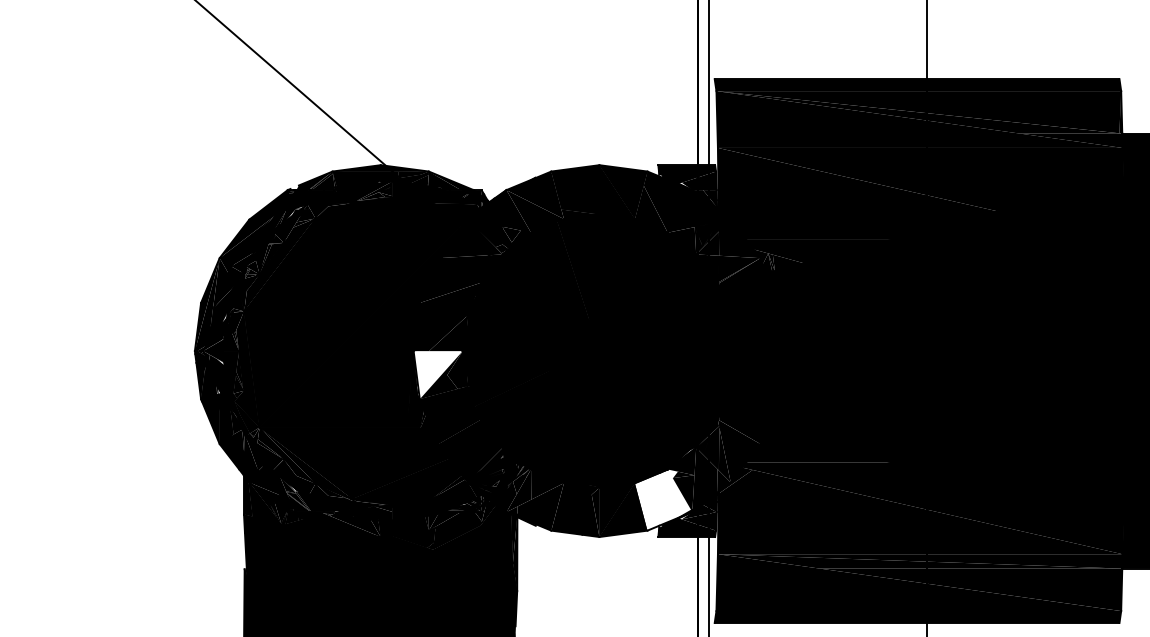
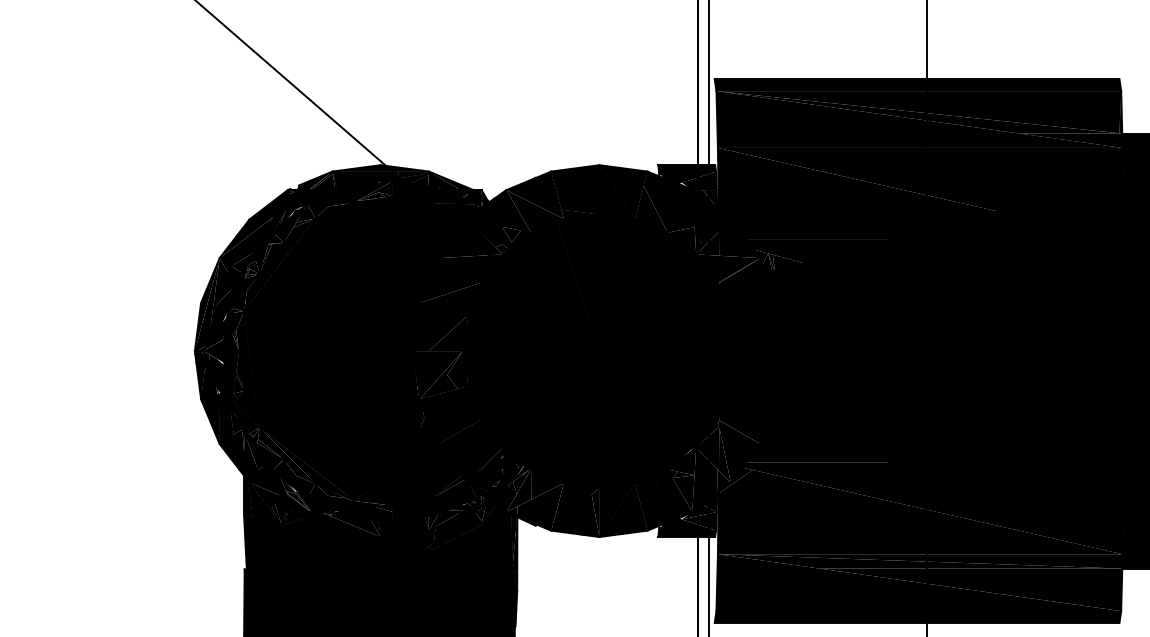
fill at (437, 375): none -> present
fill at (663, 499): none -> present
